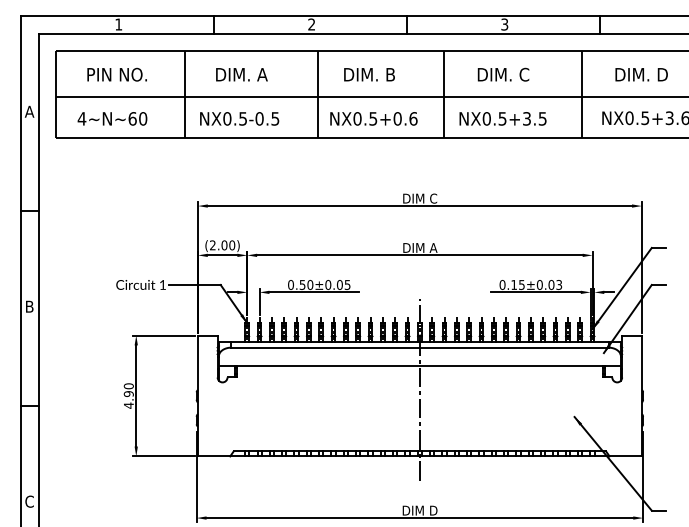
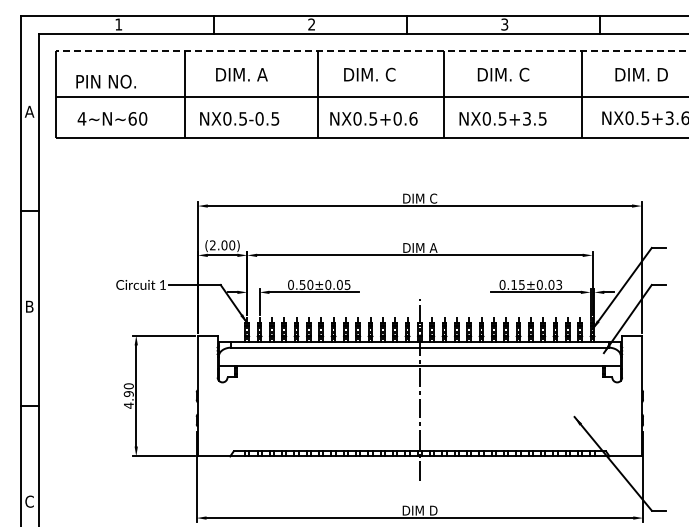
line at (371, 51): solid -> dashed
text at (116, 74) position: (116, 74) -> (105, 81)
text at (390, 74): DIM. B -> DIM. C
